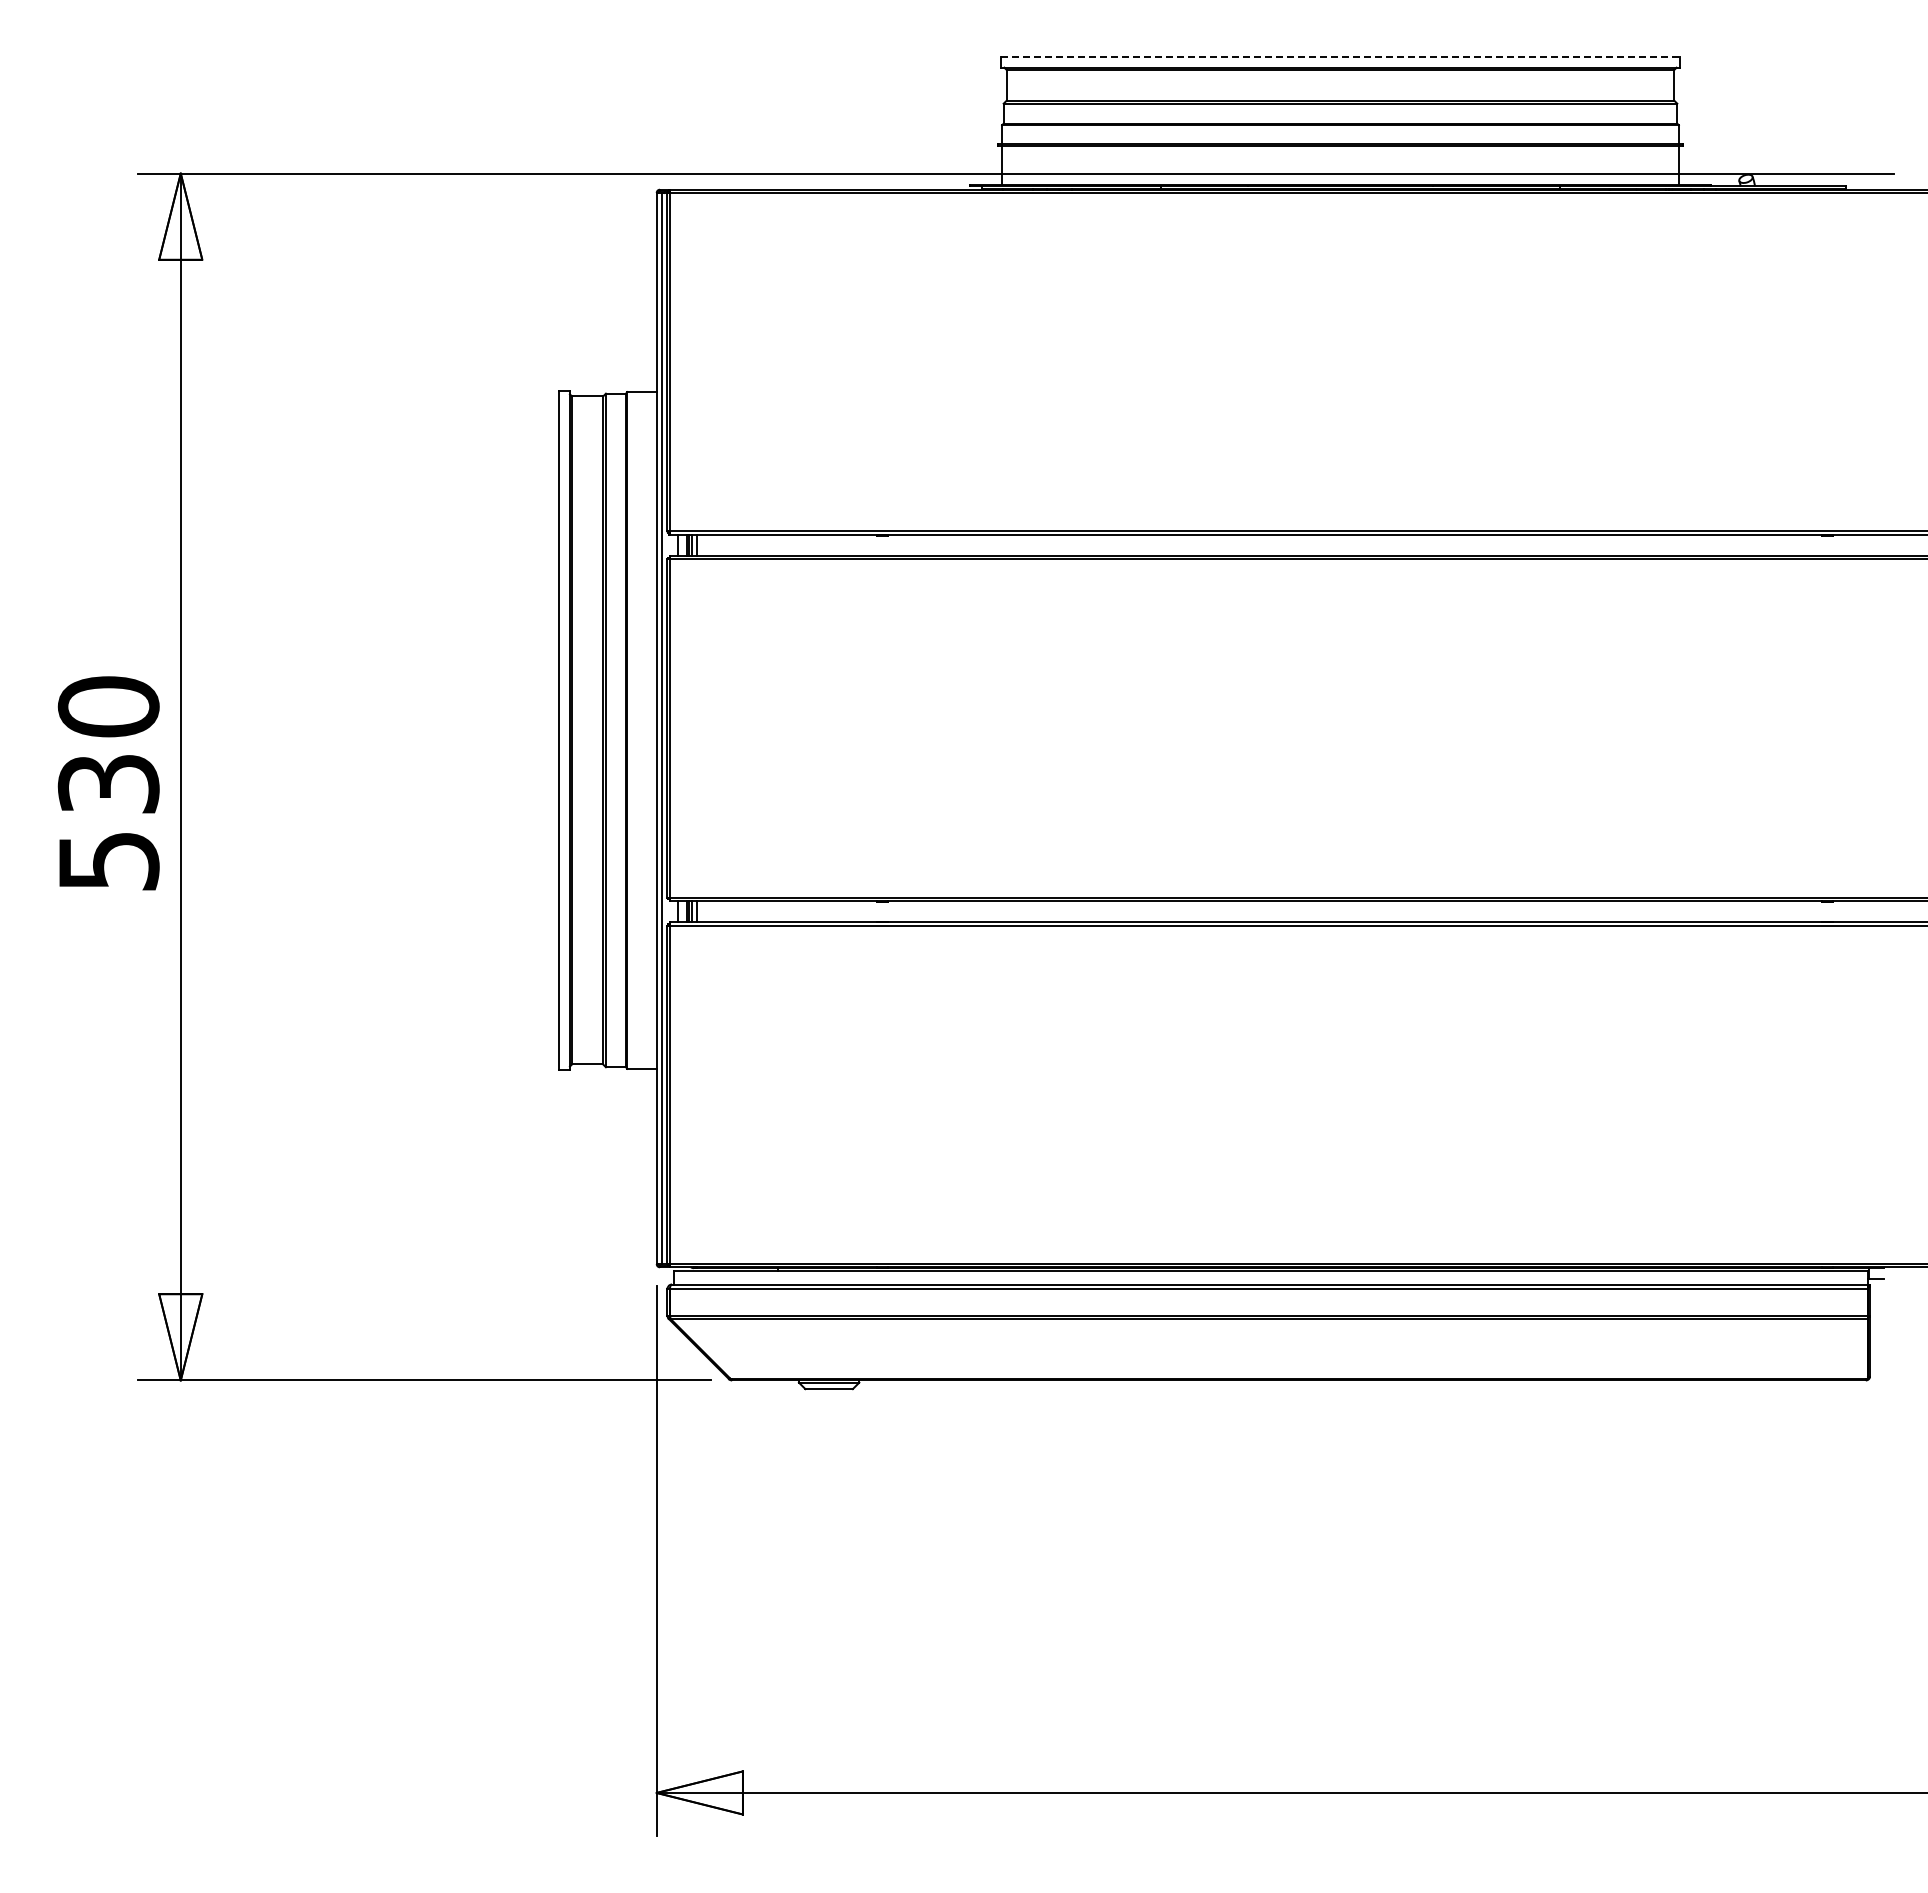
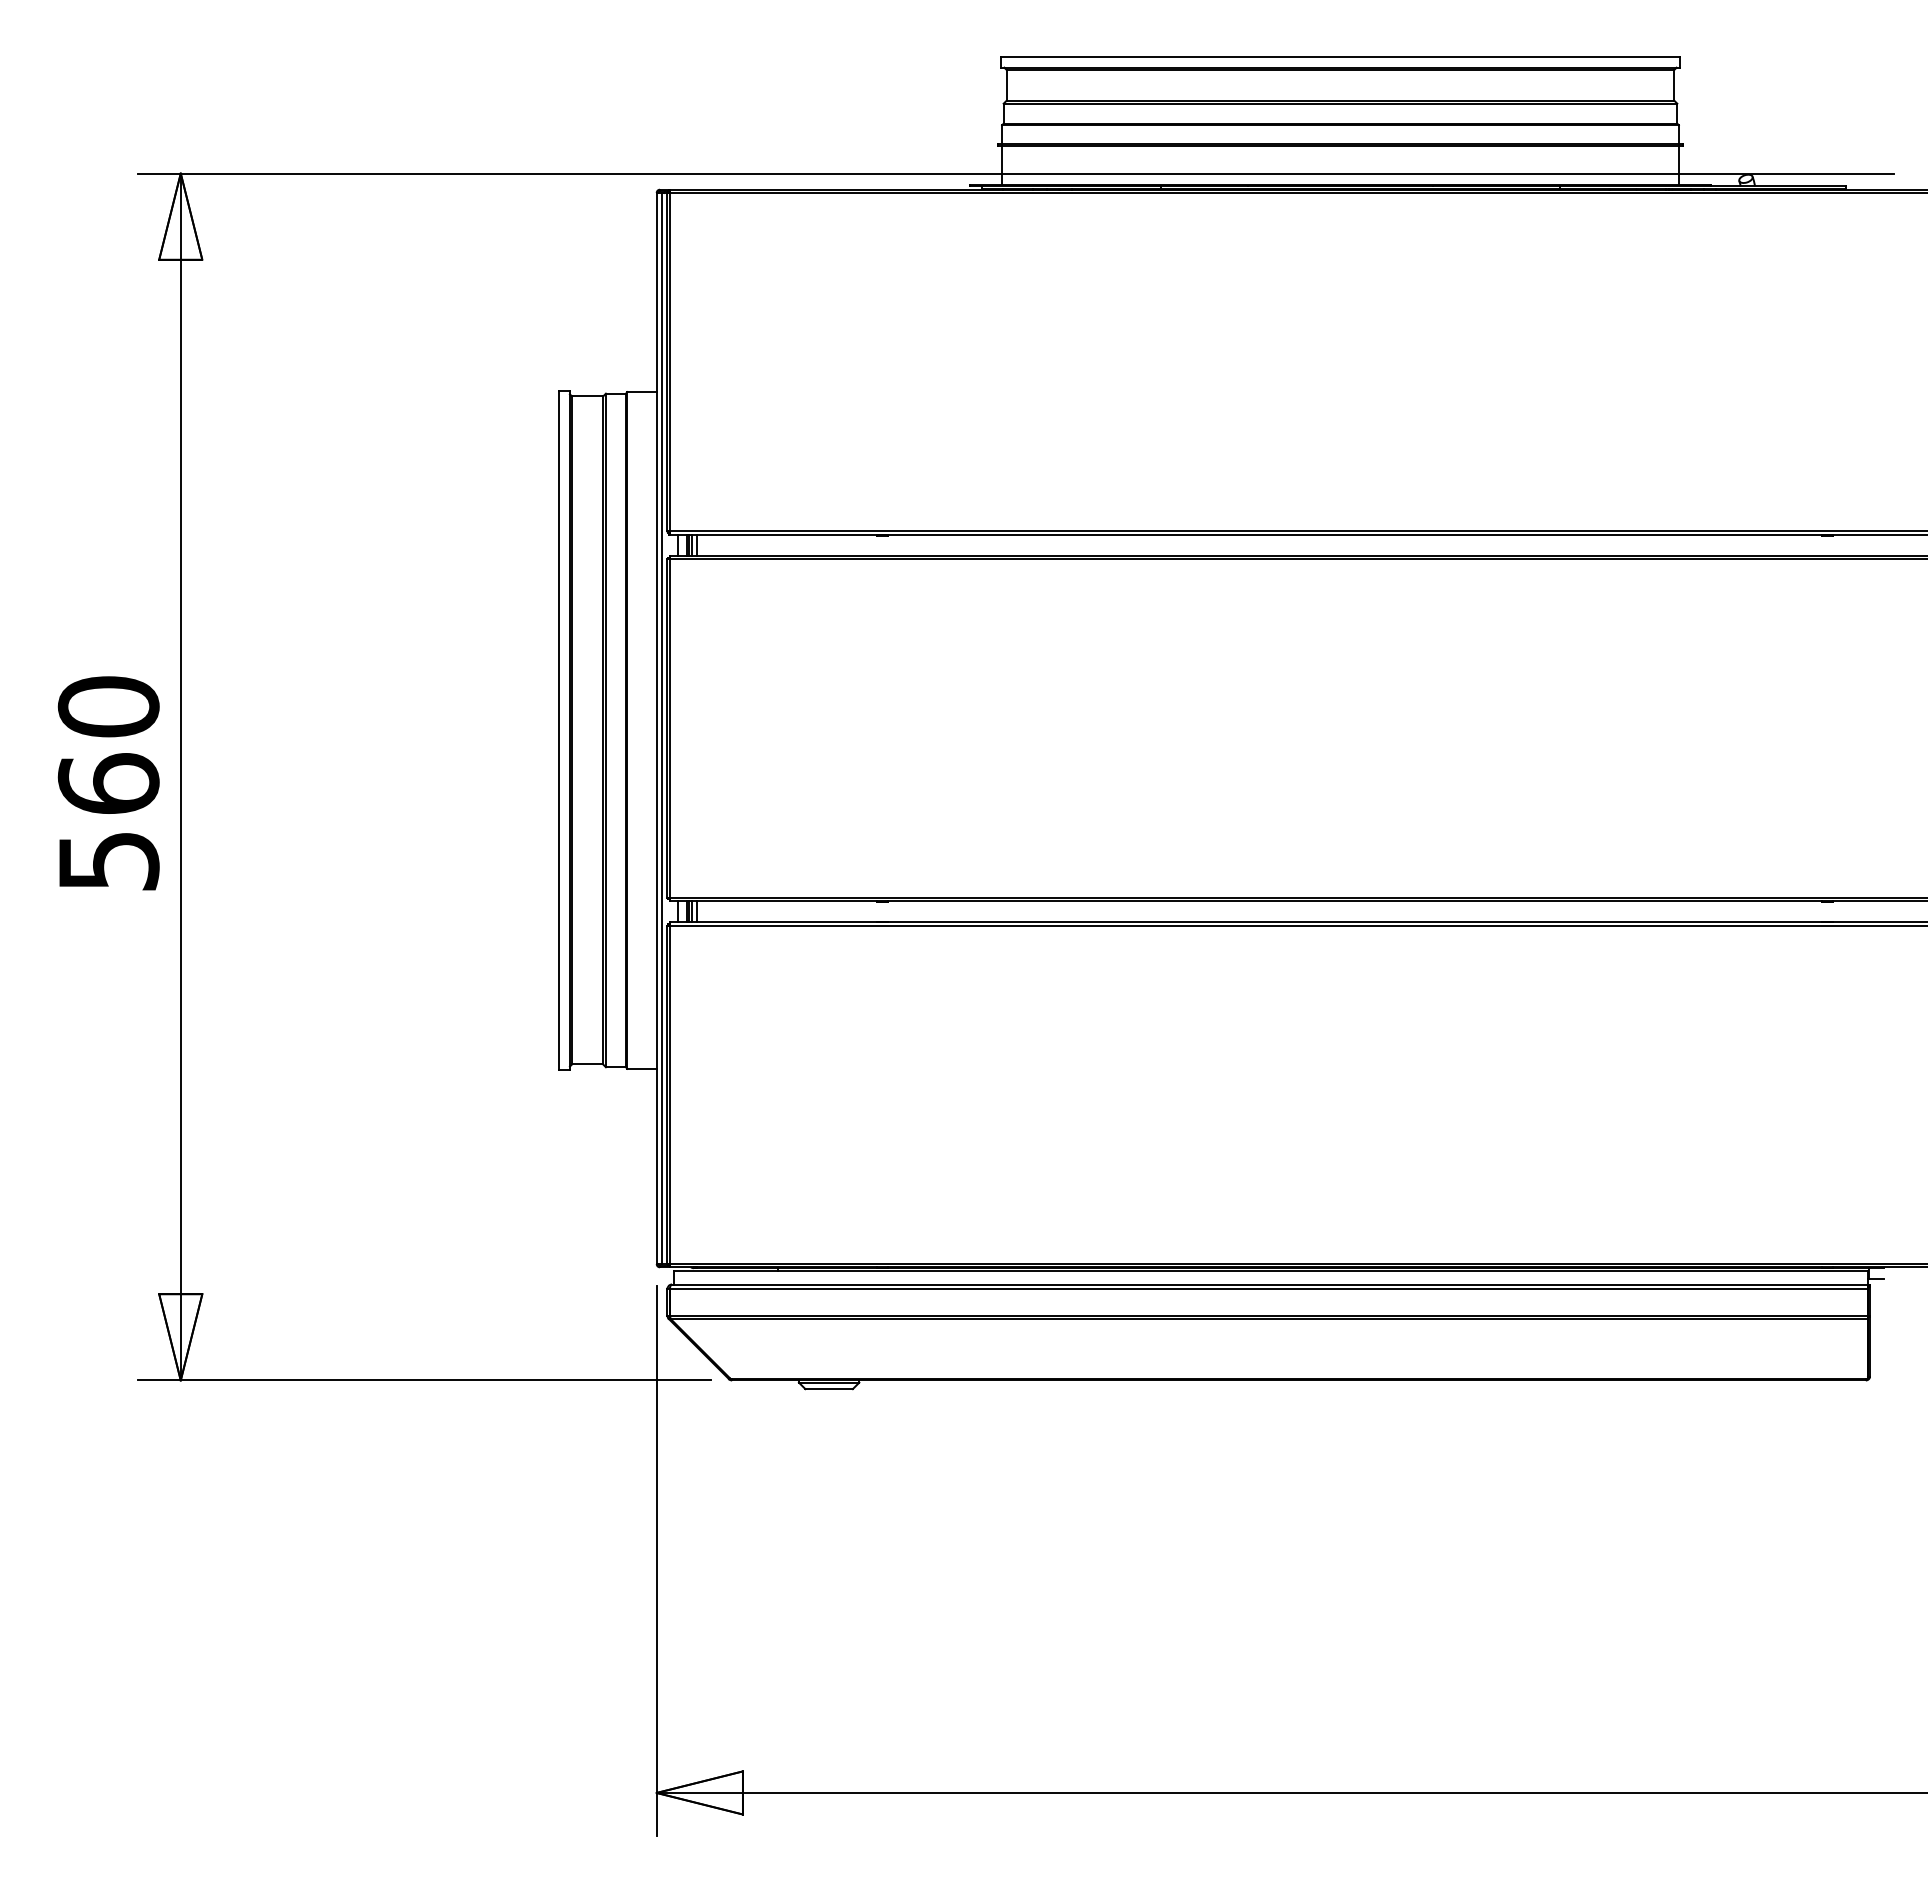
line at (1340, 56): dashed -> solid
text at (108, 783): 530 -> 560
